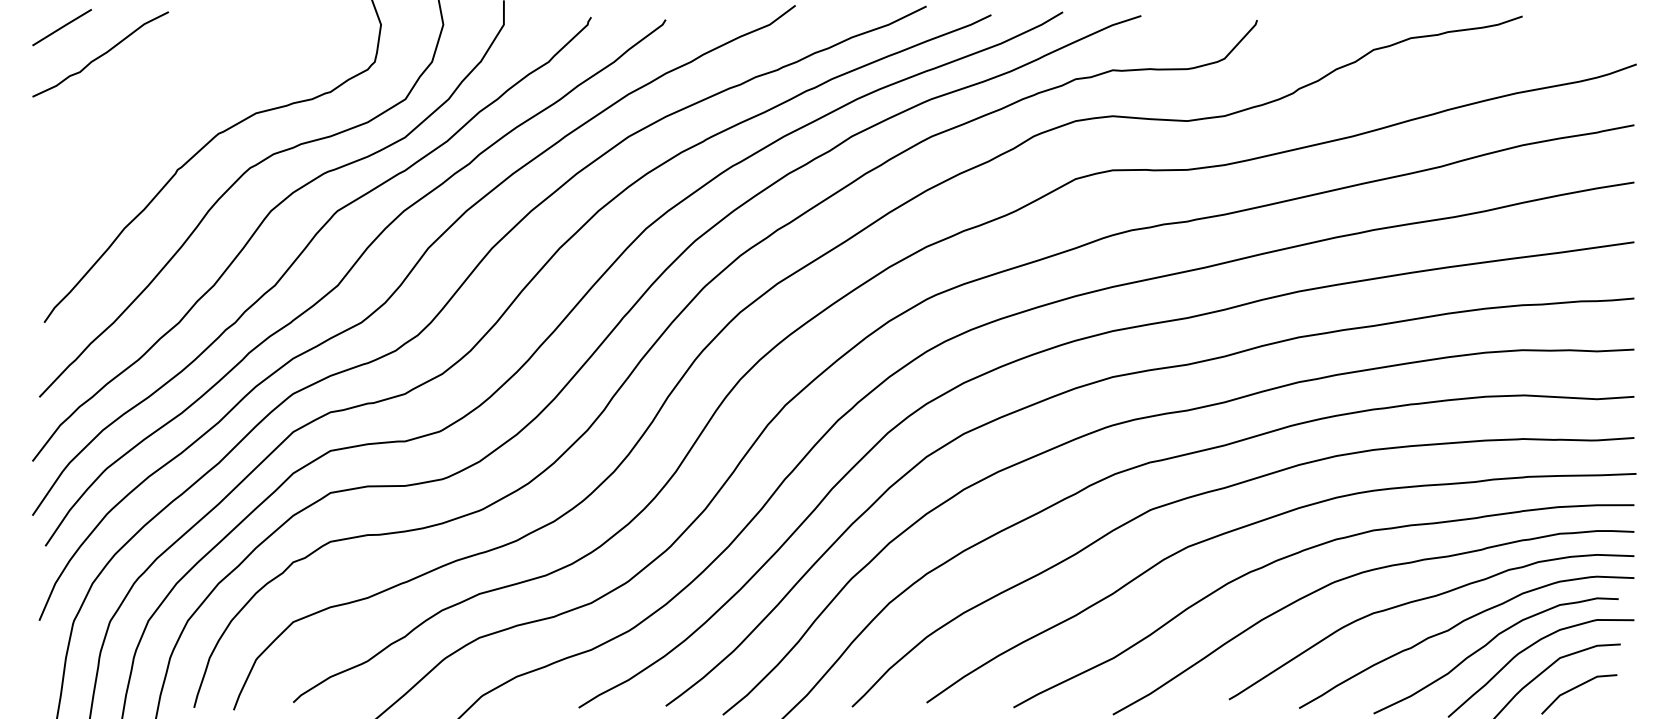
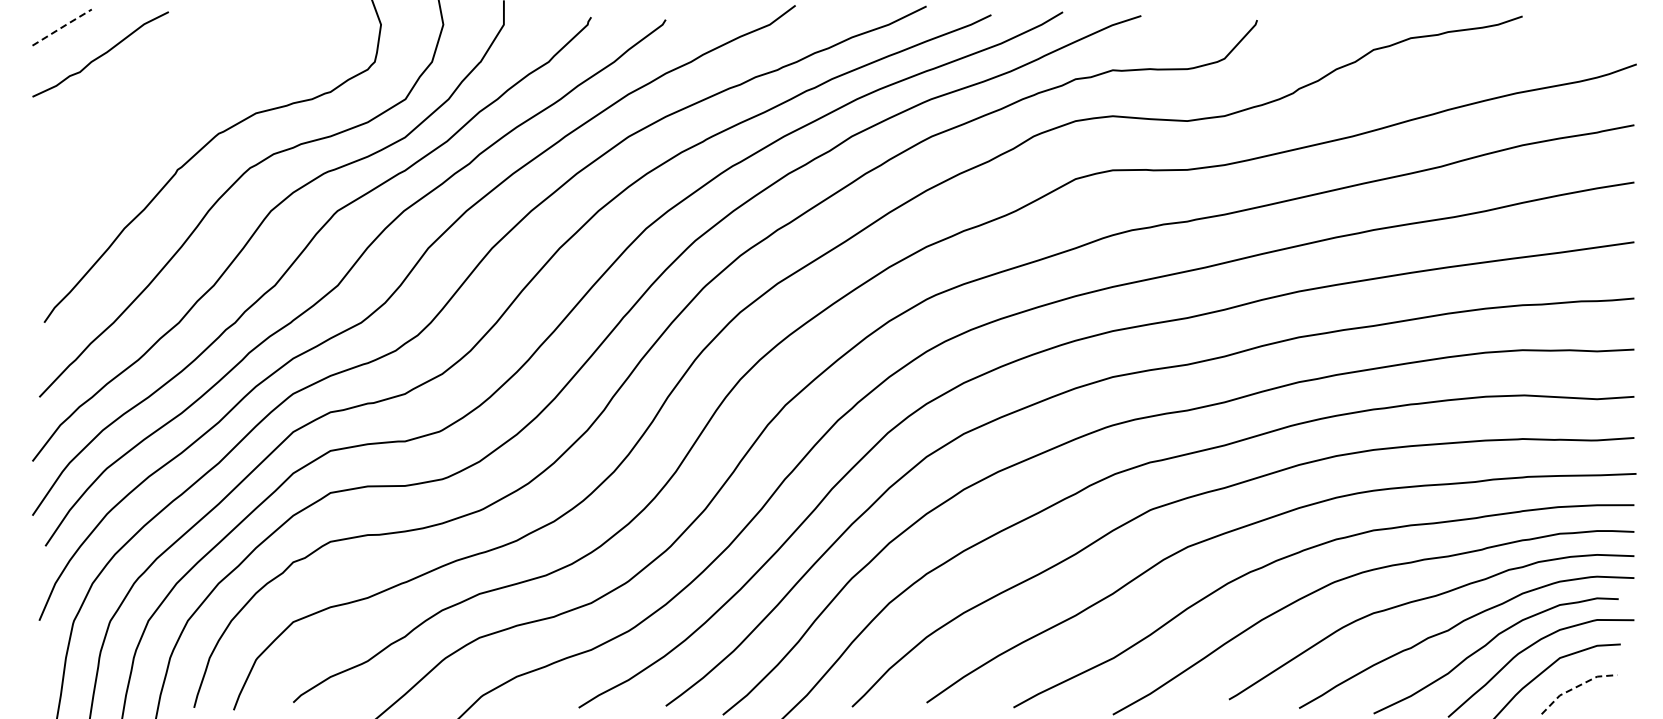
line at (63, 26): solid -> dashed
line at (1575, 687): solid -> dashed
